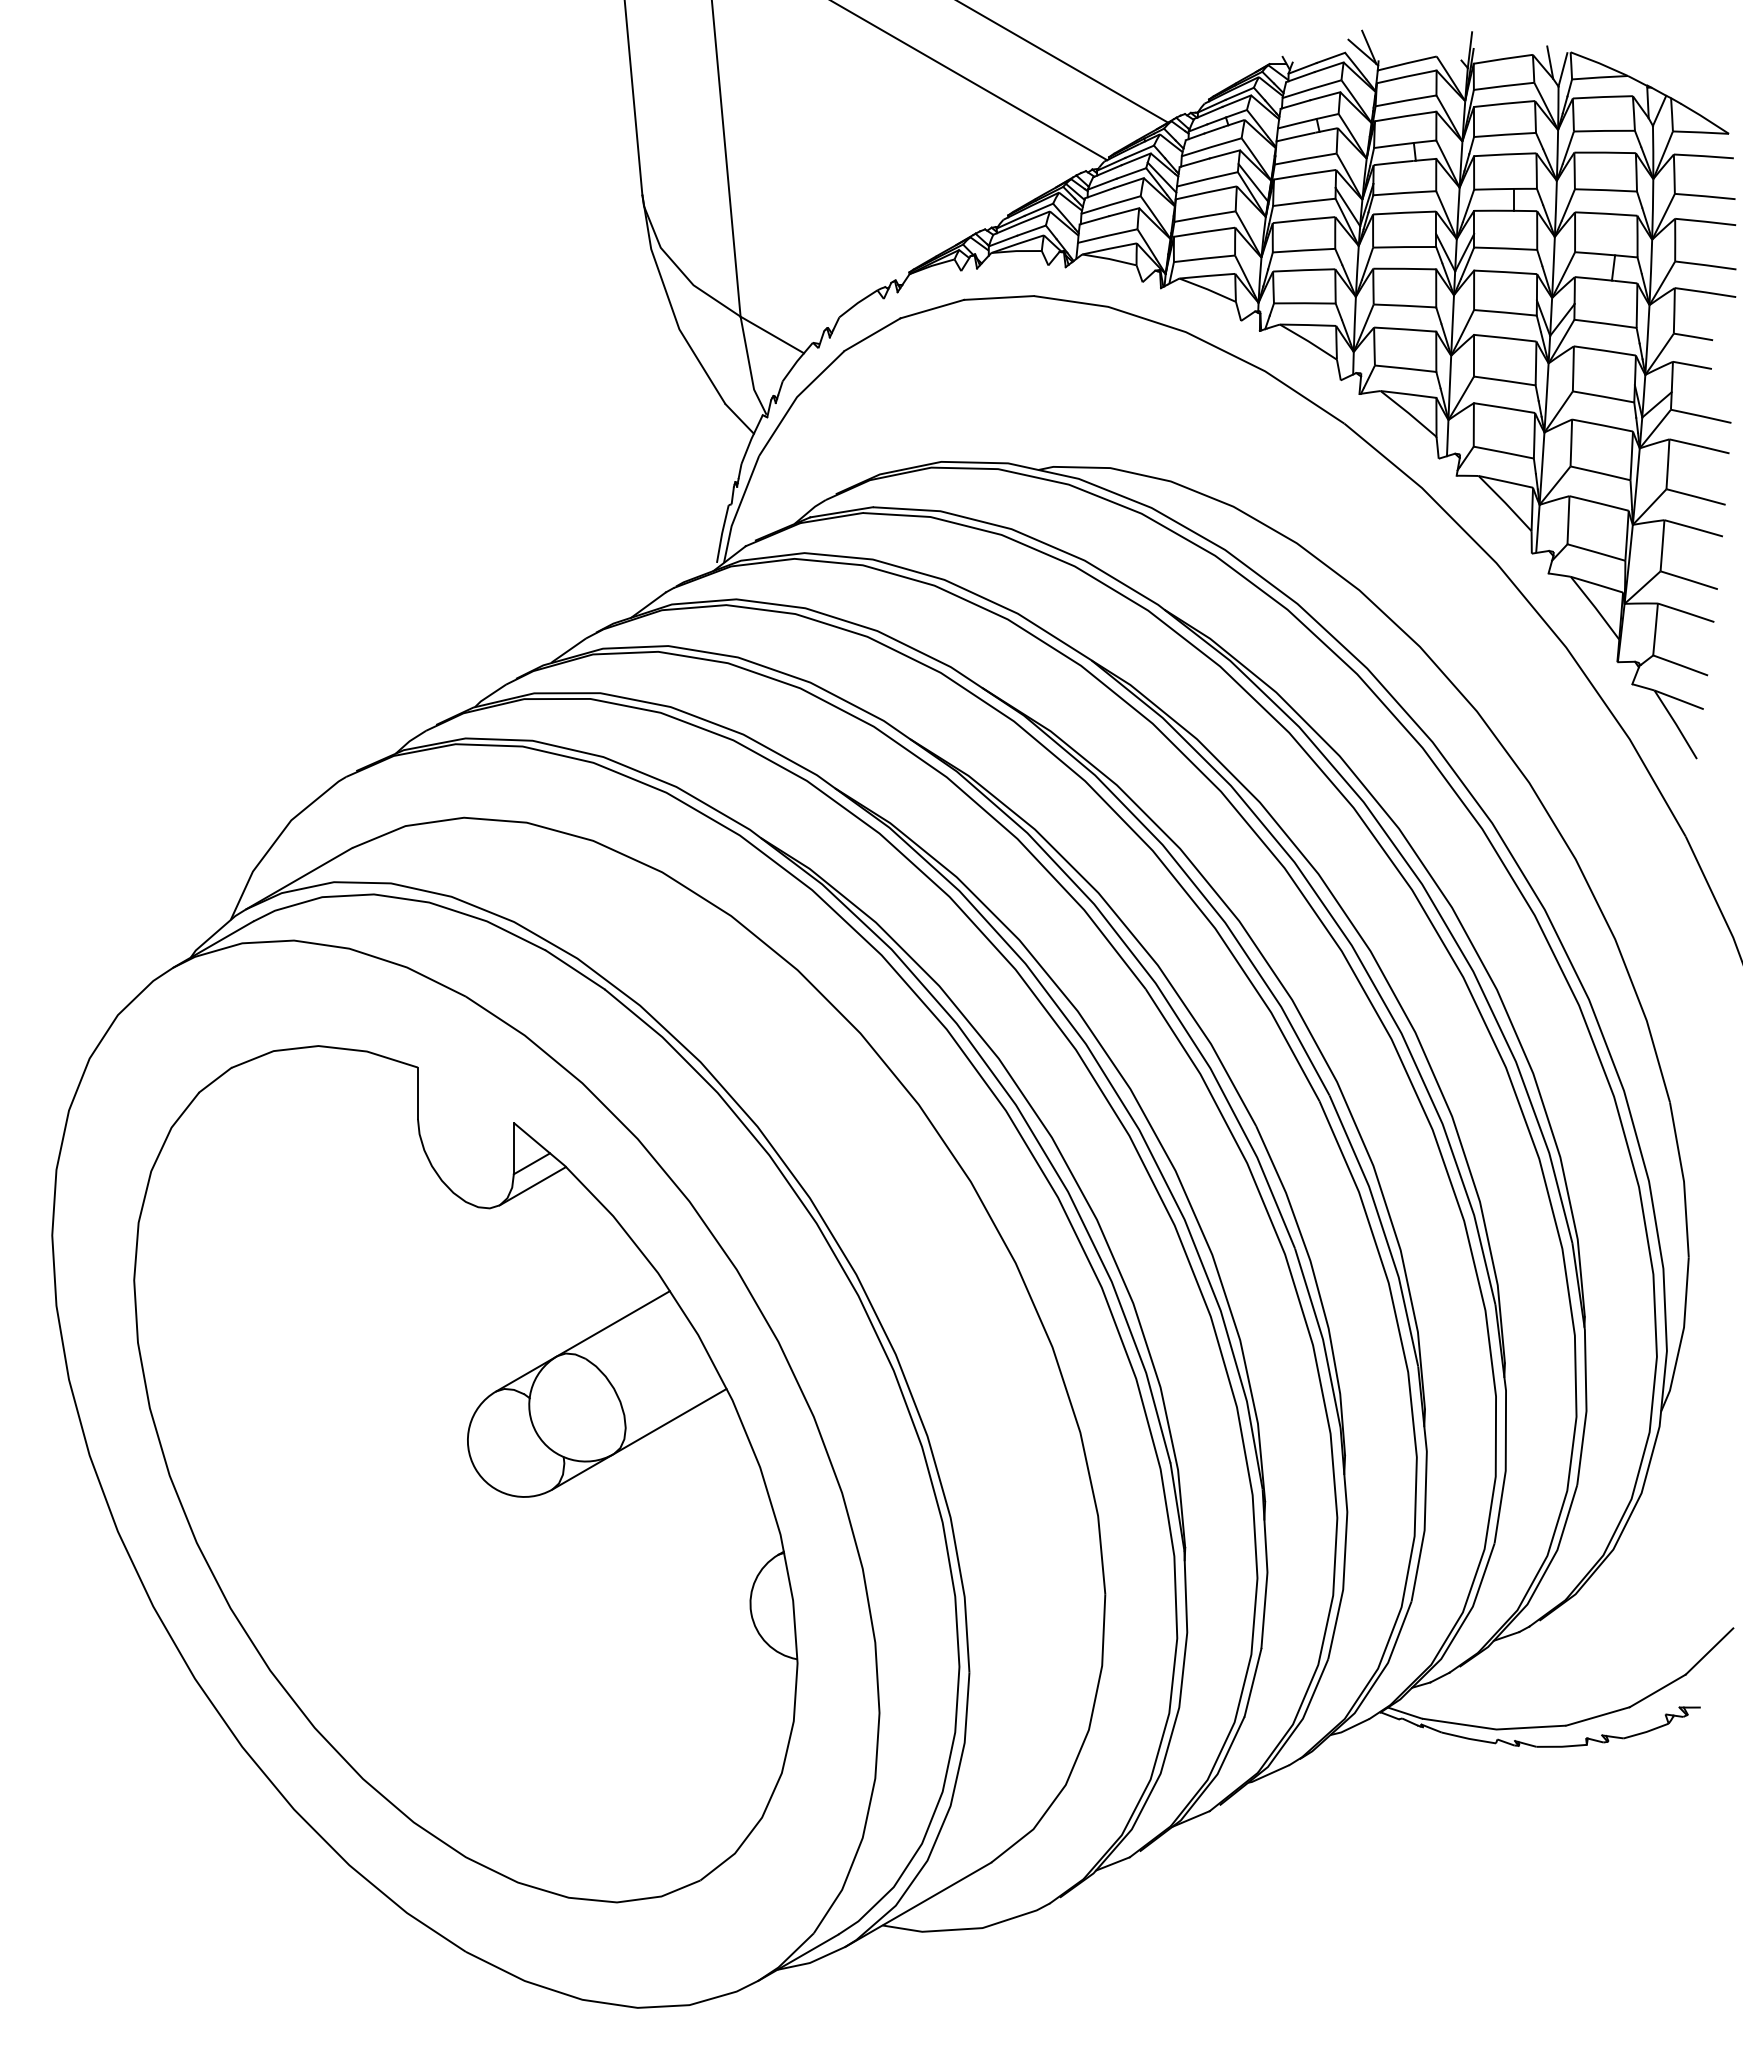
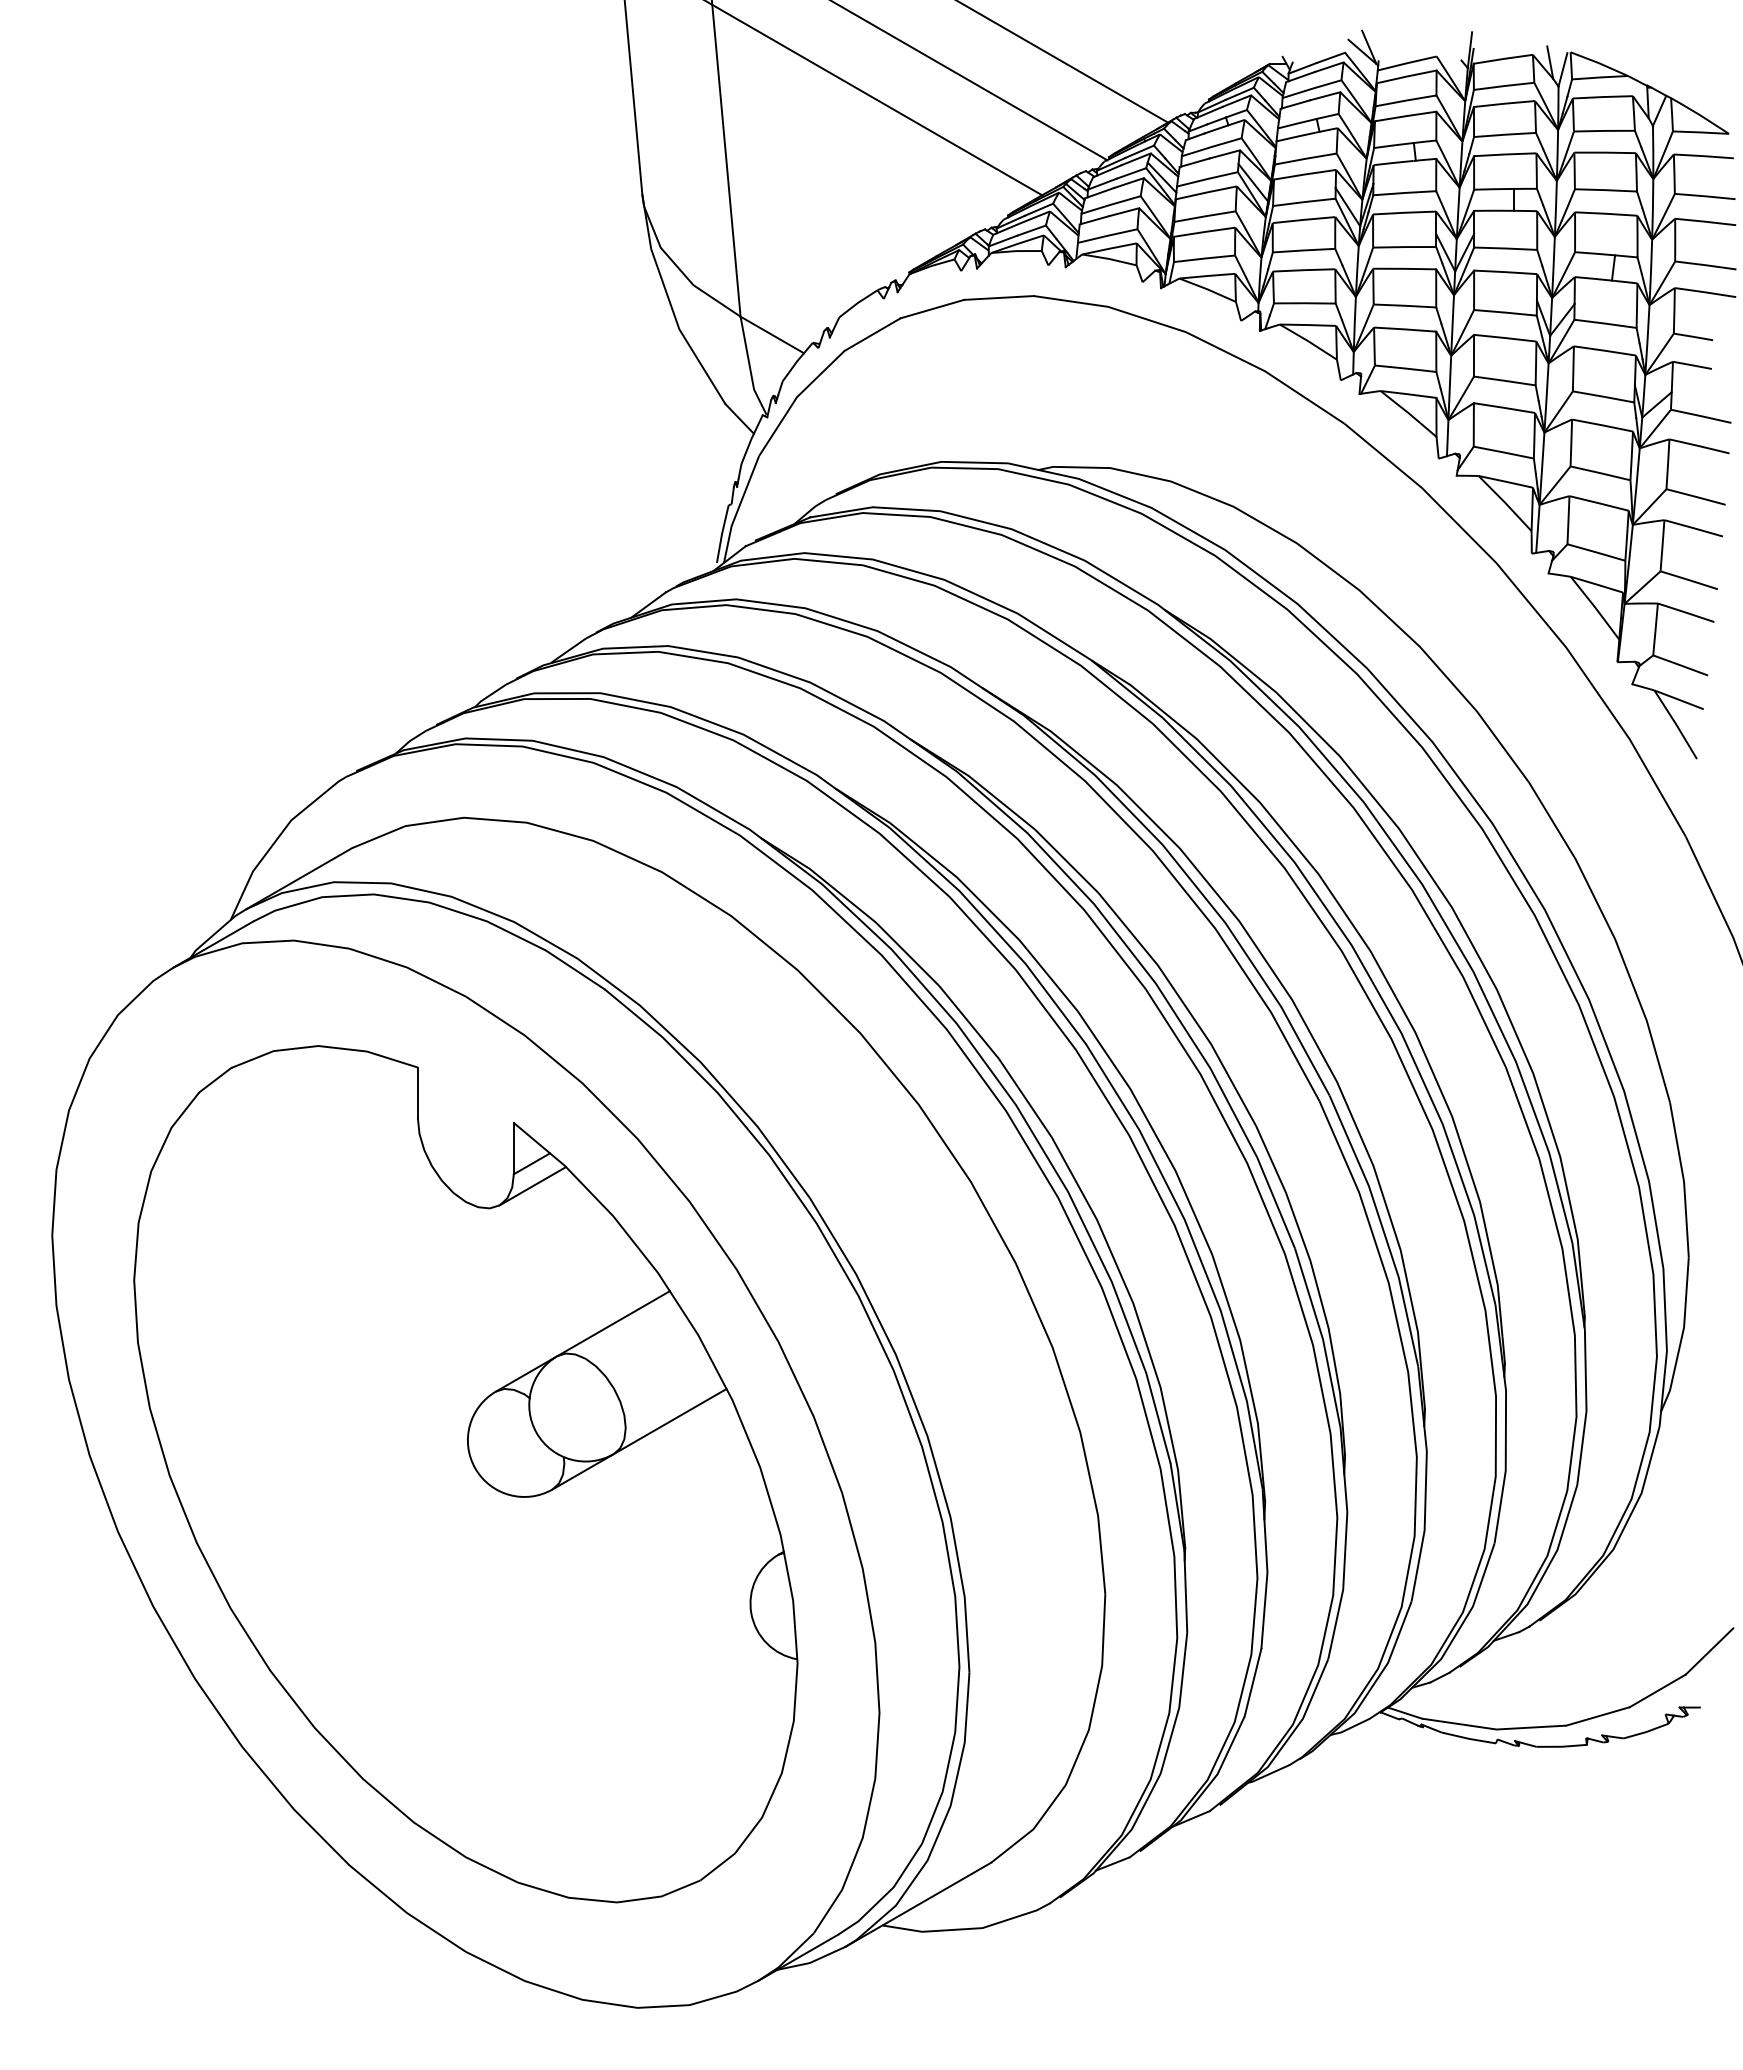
line at (874, 98): none -> present
